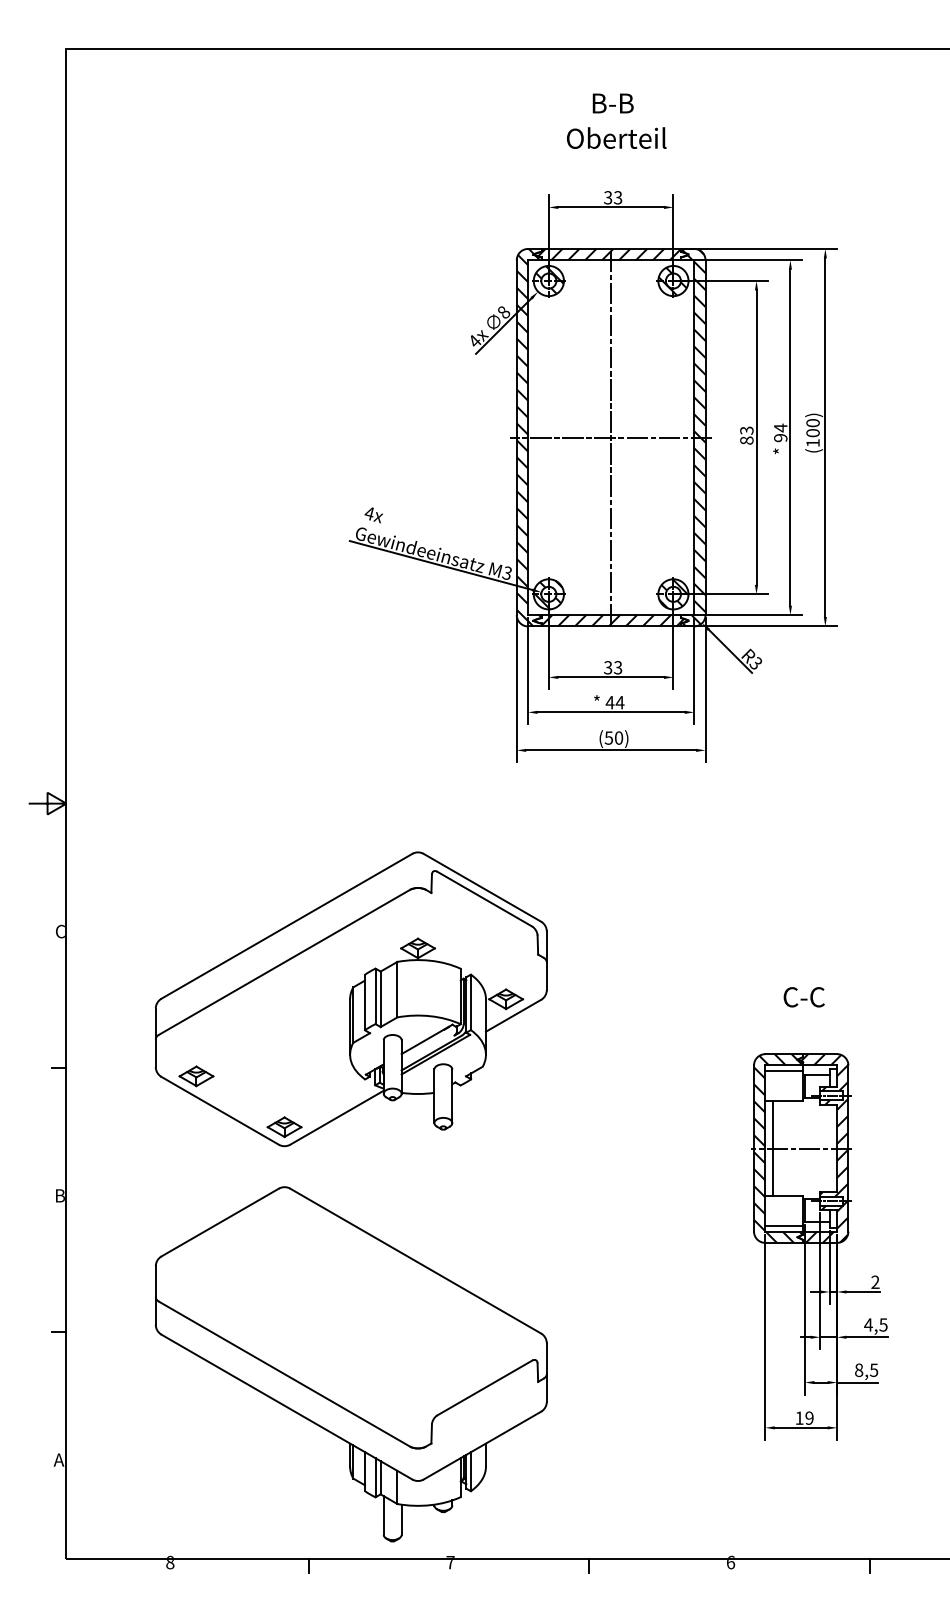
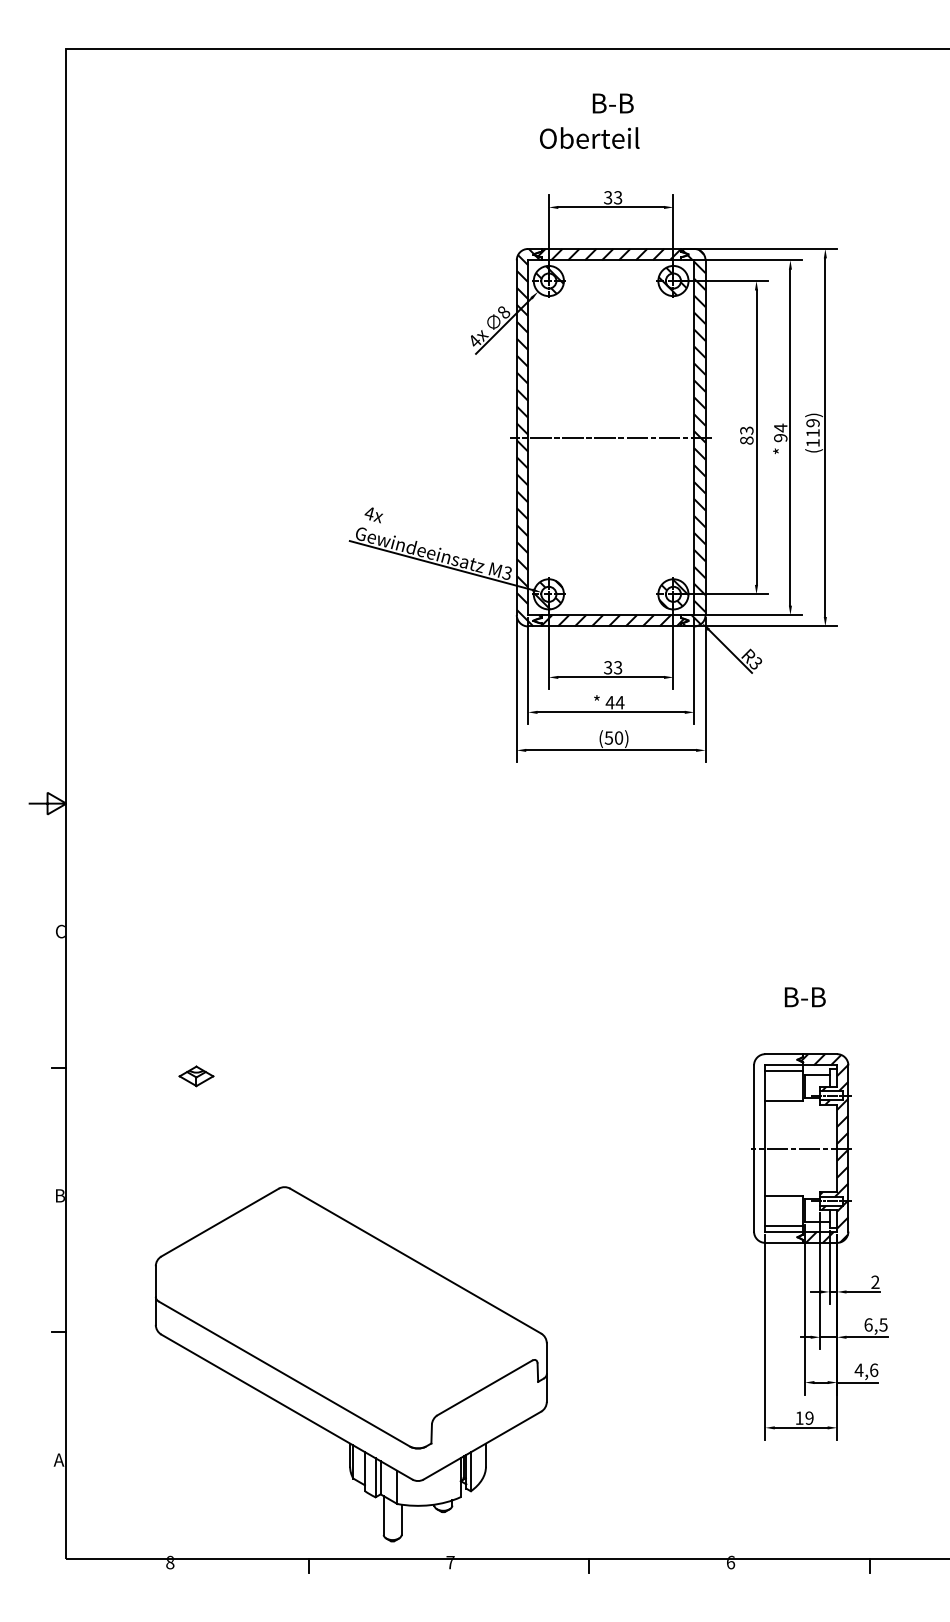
text at (616, 137) position: (616, 137) -> (589, 137)
text at (812, 428): (100) -> (119)
line at (611, 437): present -> none
text at (804, 997): C-C -> B-B
part at (351, 999): present -> none
line at (772, 1148): present -> none
hatch at (778, 1148): present -> none
text at (868, 1324): 4,5 -> 6,5
text at (866, 1370): 8,5 -> 4,6
